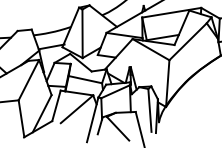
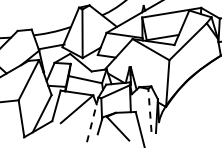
line at (149, 110): solid -> dashed
line at (92, 119): solid -> dashed
